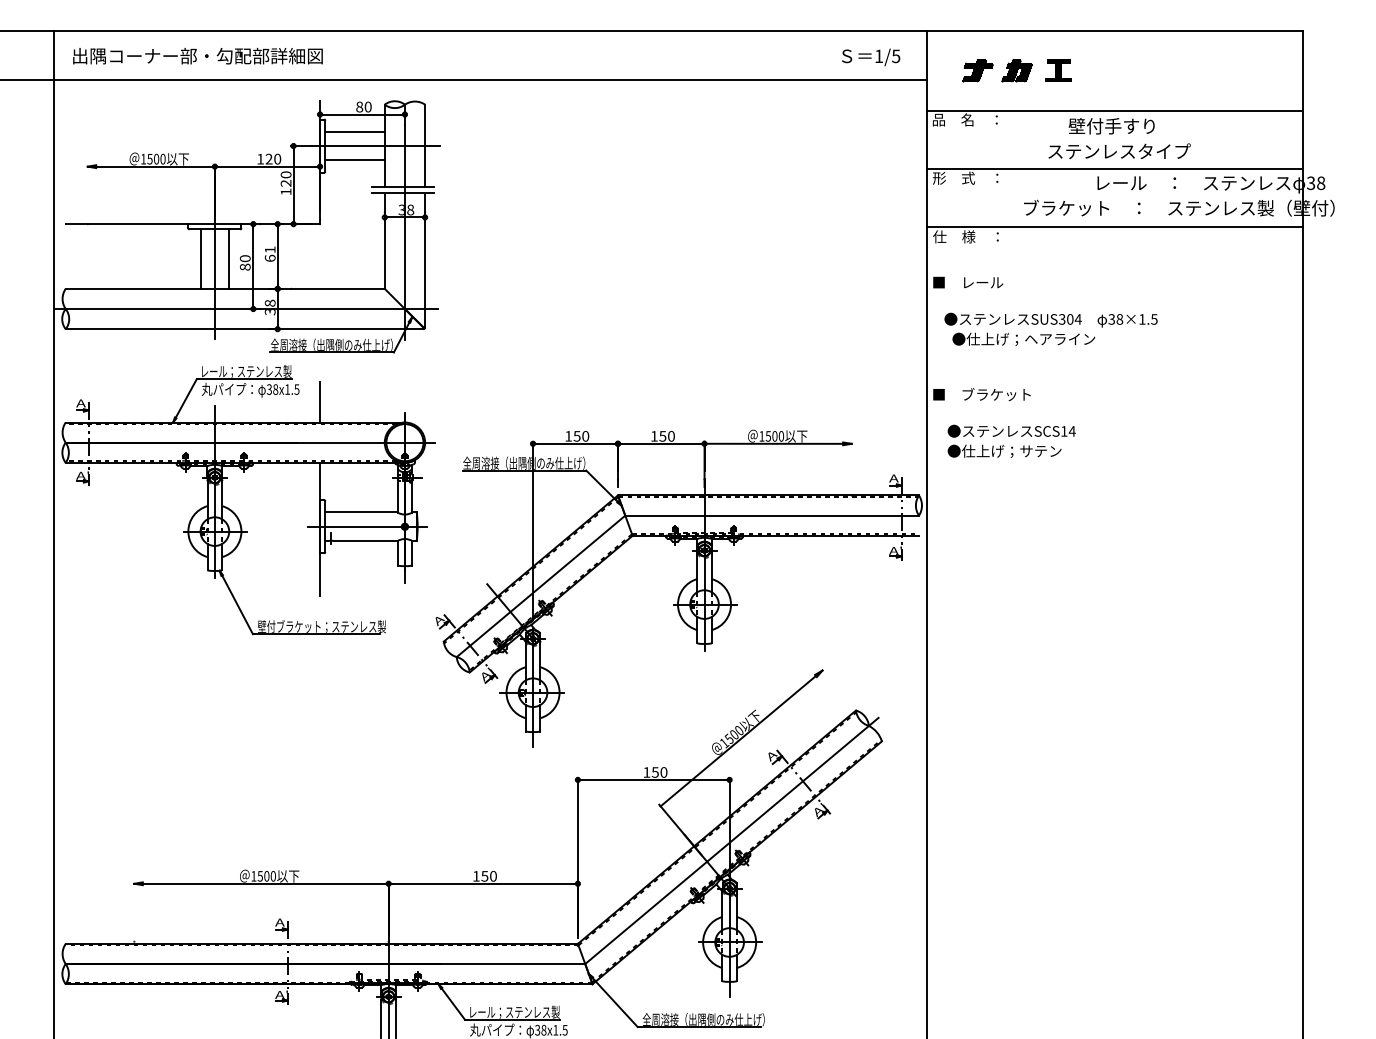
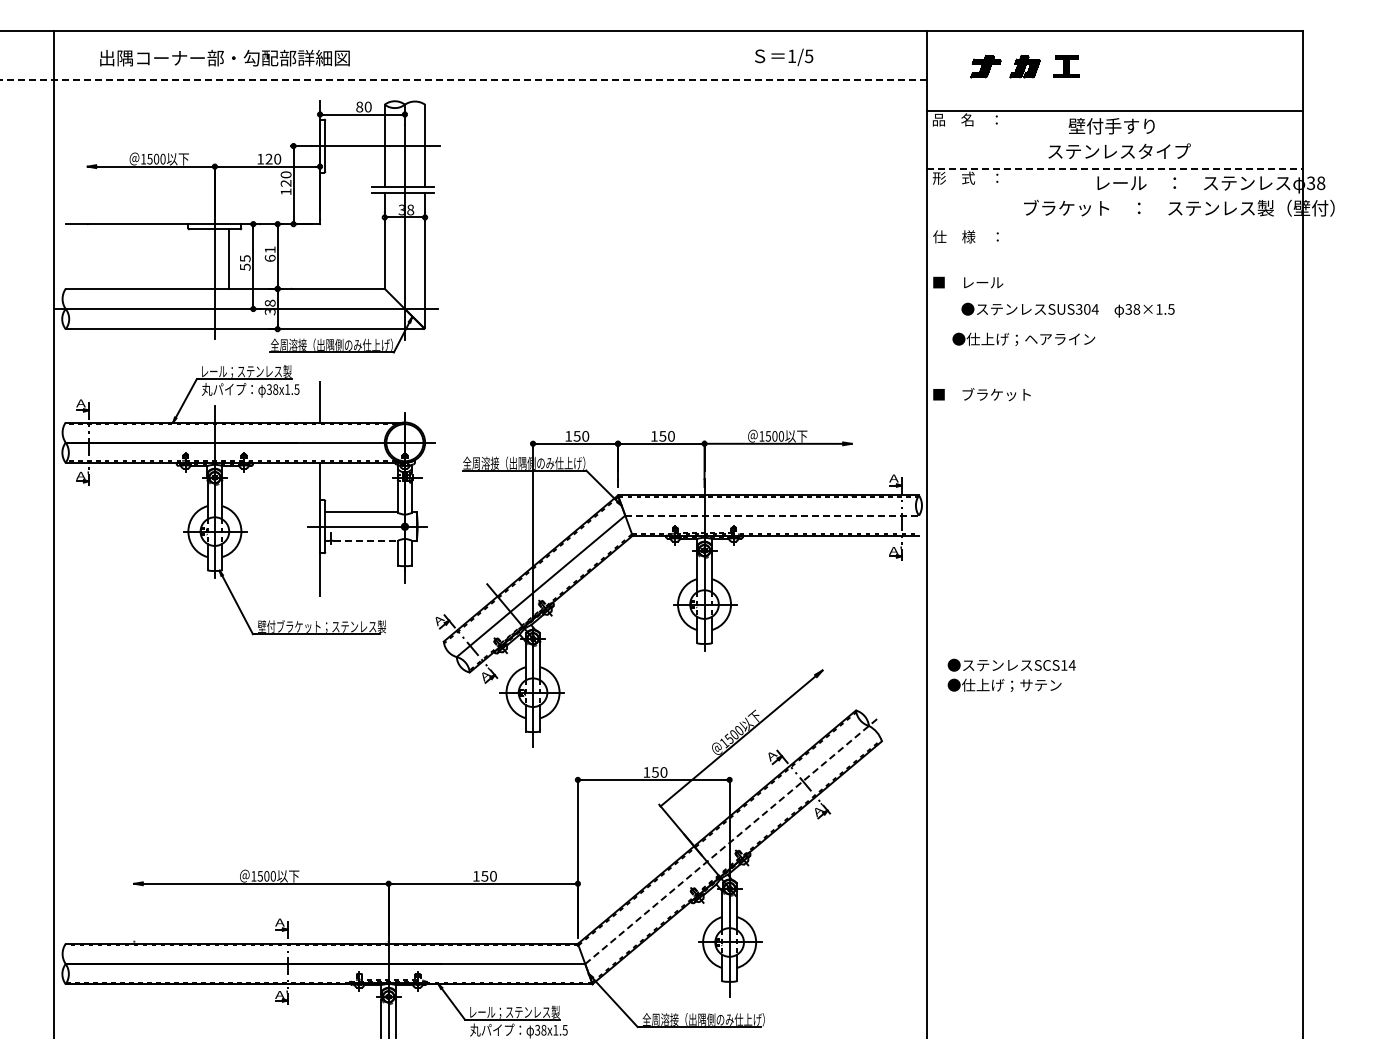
text at (197, 55) position: (197, 55) -> (224, 57)
text at (871, 57) position: (871, 57) -> (784, 57)
part at (1016, 70) position: (1016, 70) -> (1024, 66)
line at (463, 80): solid -> dashed
line at (354, 131): present -> none
line at (354, 160): present -> none
line at (1115, 168): solid -> dashed
line at (1114, 227): present -> none
line at (200, 258): present -> none
text at (244, 262): 80 -> 55
text at (1050, 319) position: (1050, 319) -> (1067, 309)
text at (1011, 440) position: (1011, 440) -> (1011, 674)
line at (772, 515): solid -> dashed
line at (365, 541): solid -> dashed
line at (732, 840): solid -> dashed
